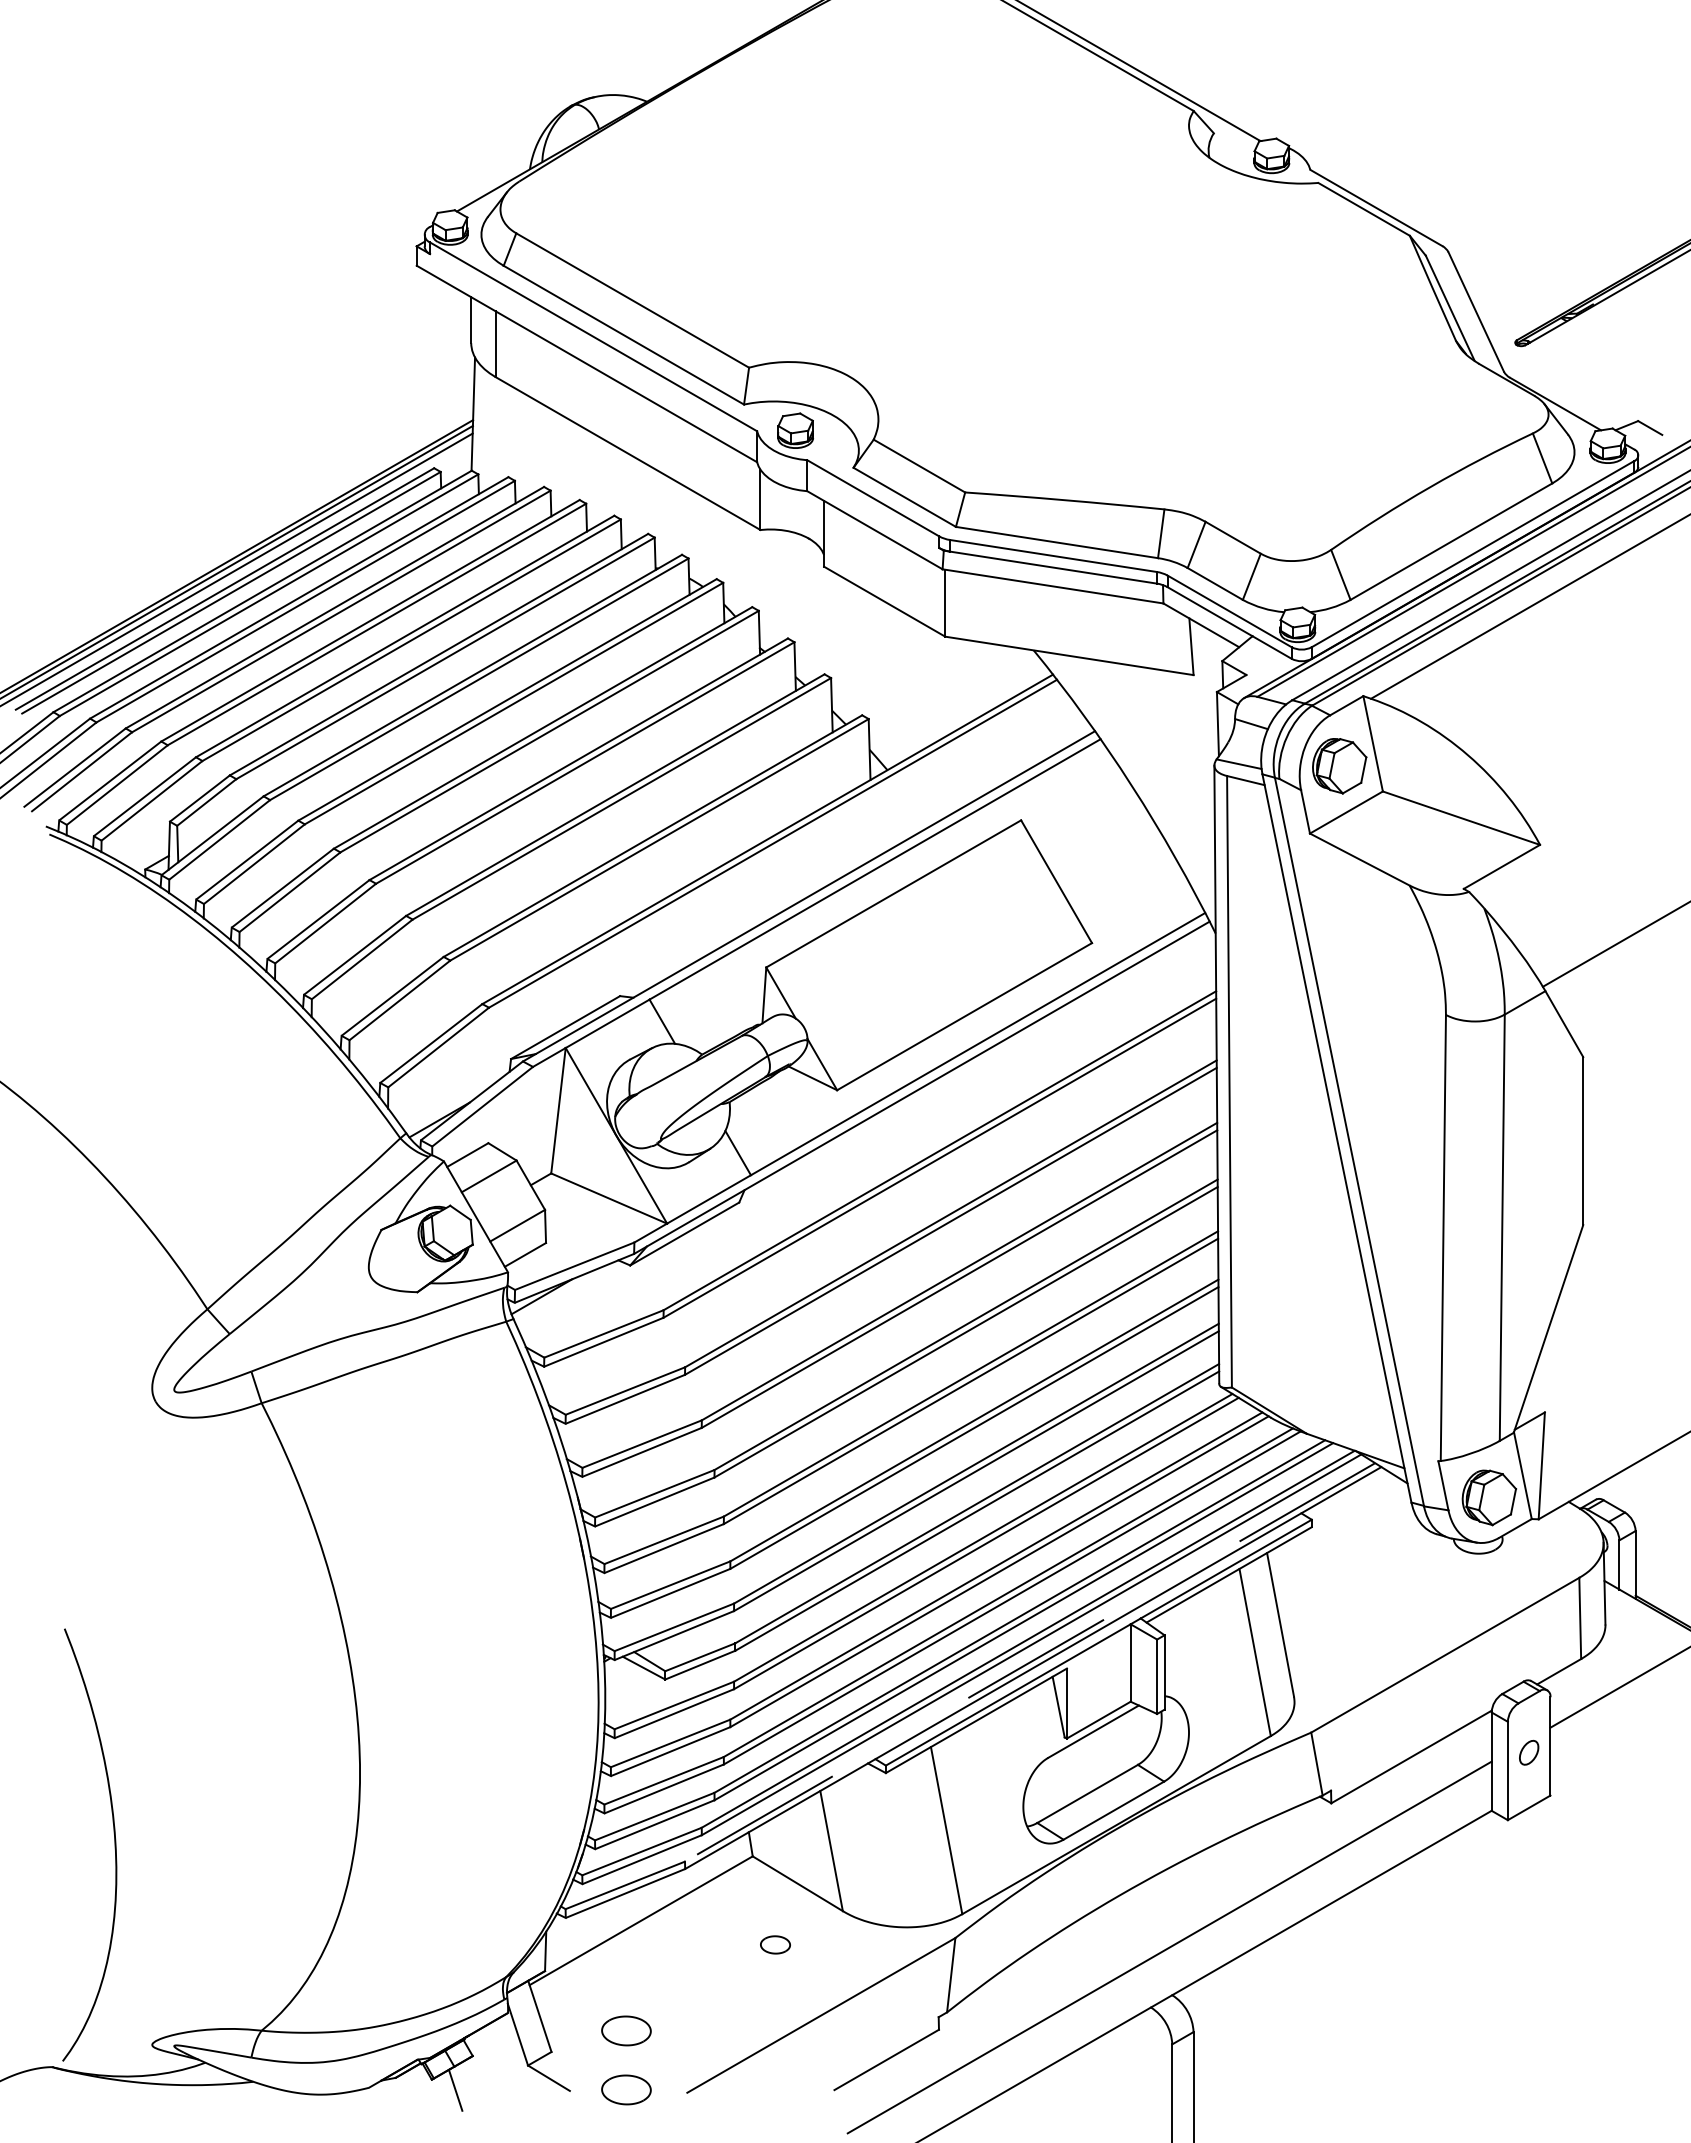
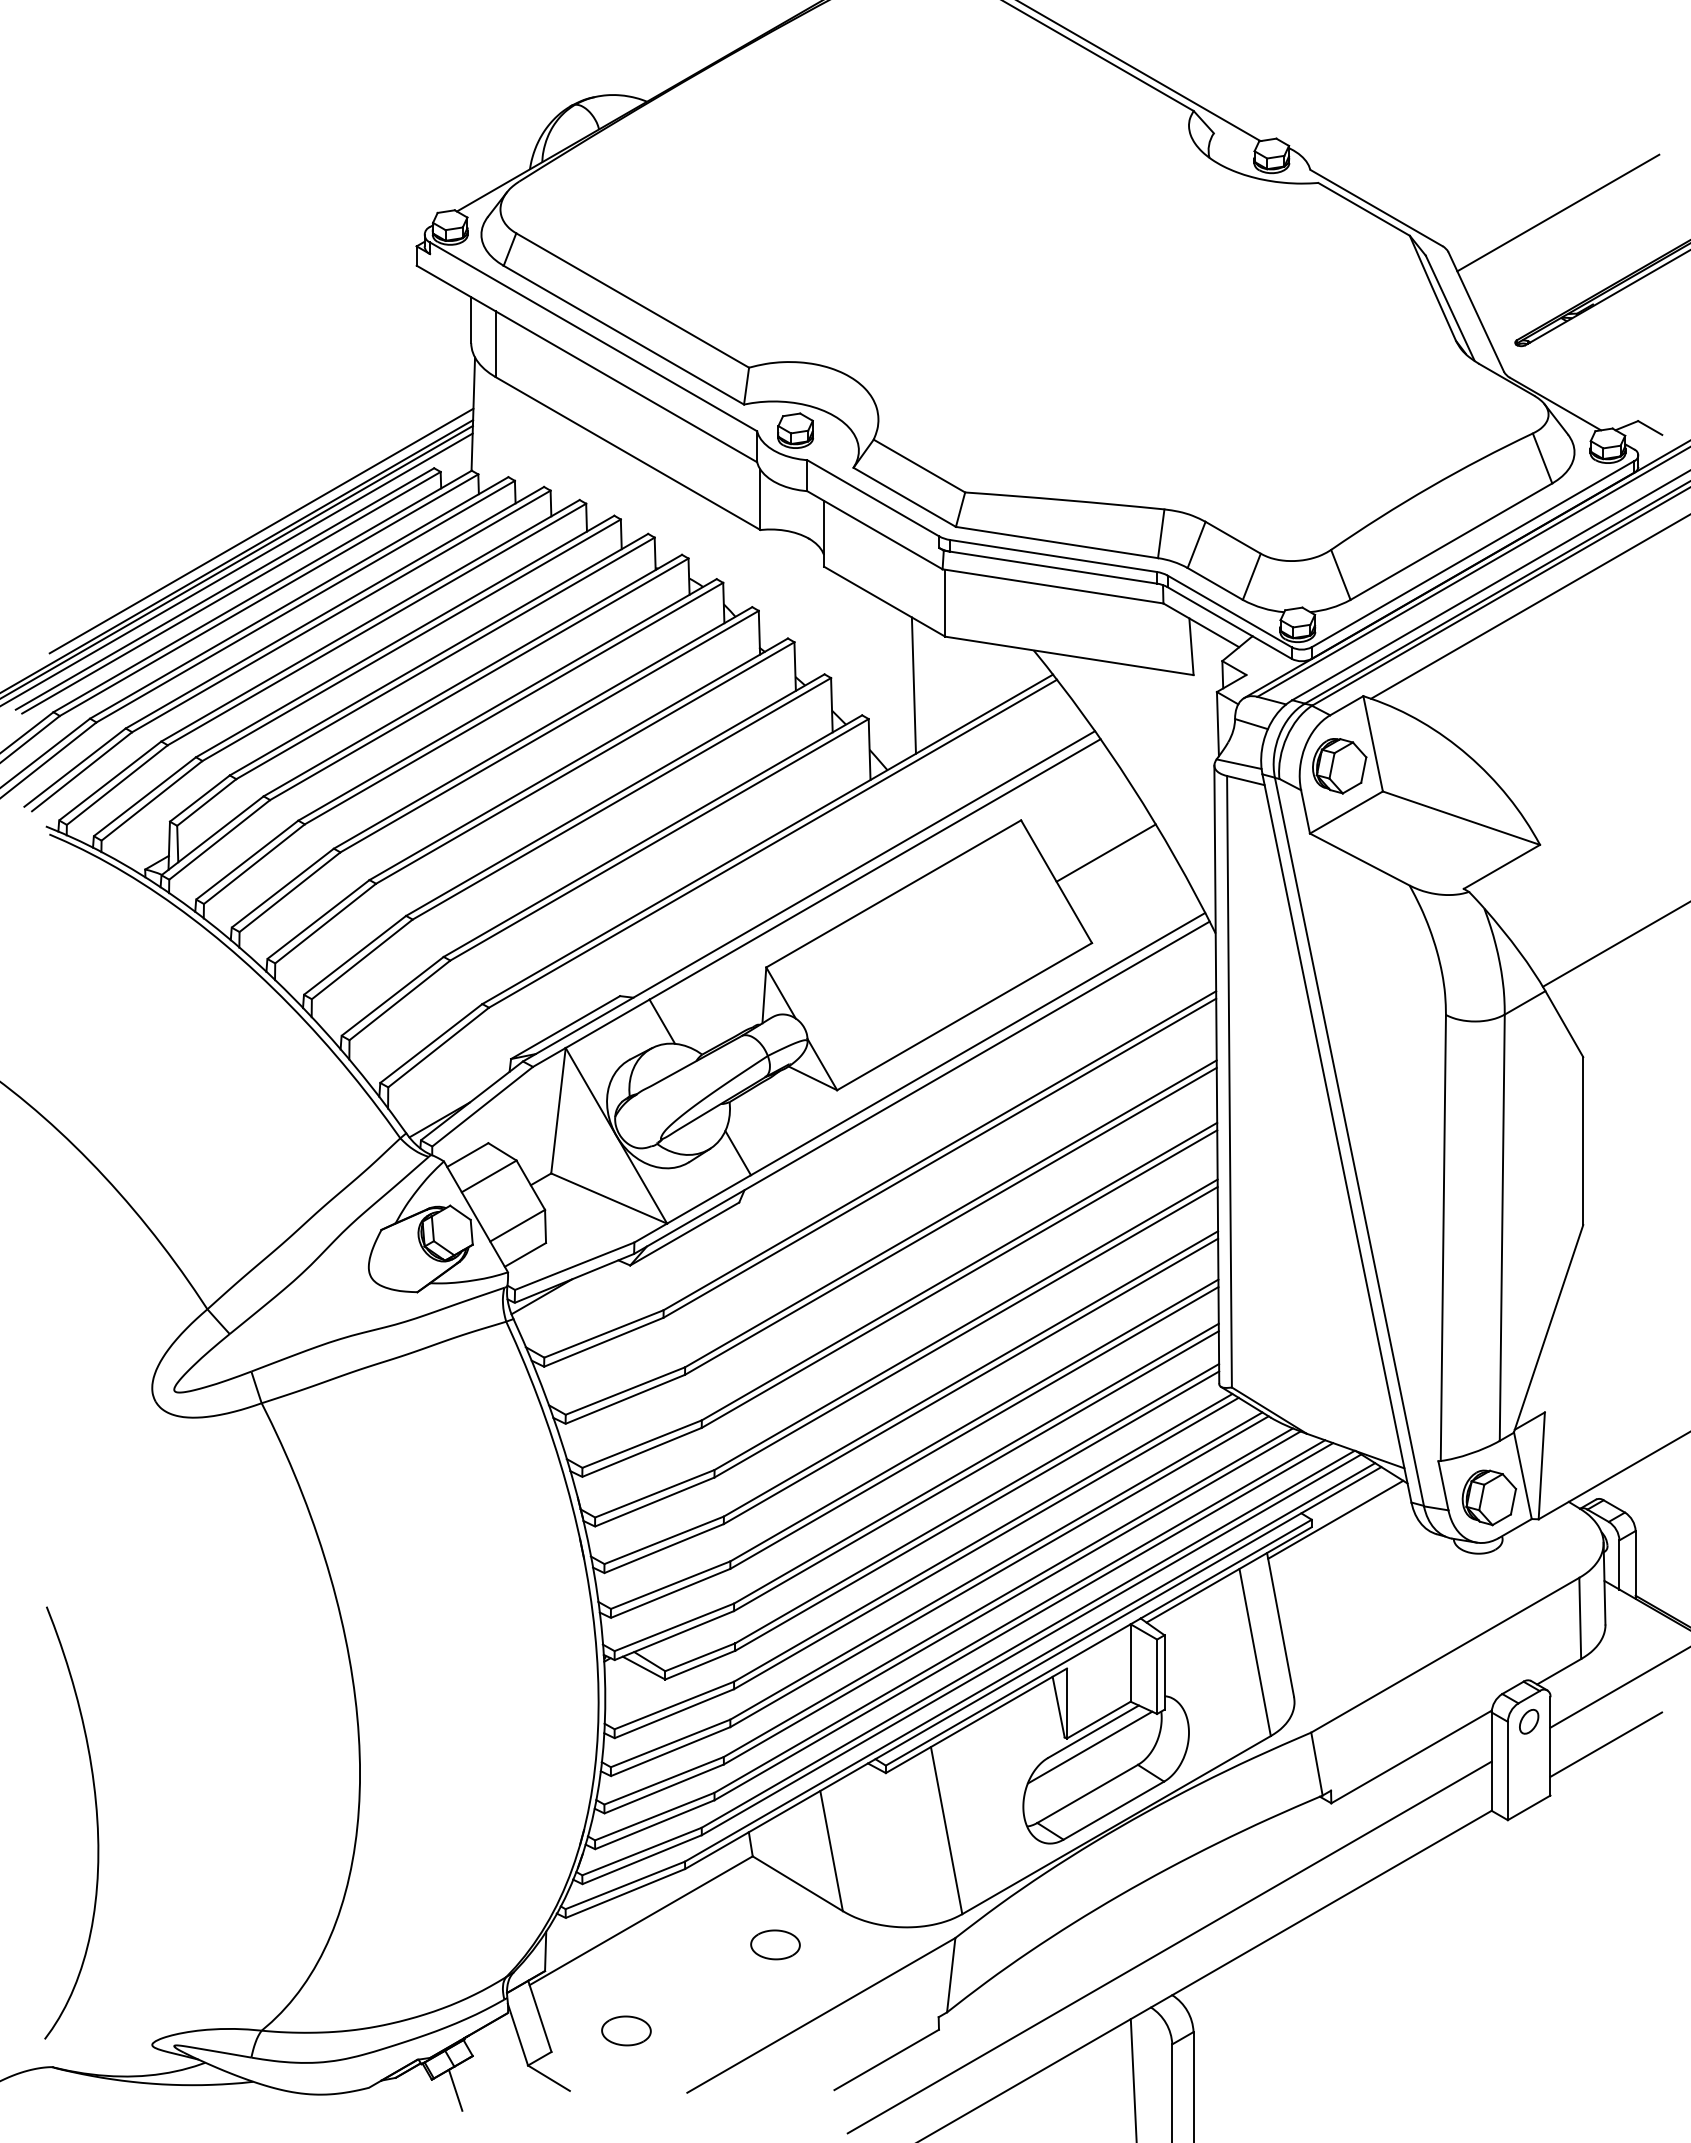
line at (1558, 212): none -> present
line at (261, 530): none -> present
line at (913, 685): none -> present
line at (1105, 852): none -> present
line at (1335, 1519): none -> present
line at (1029, 1662): dashed -> solid
line at (1606, 1744): none -> present
line at (1089, 1747): none -> present
part at (1529, 1752) position: (1529, 1752) -> (1529, 1721)
curve at (114, 1844) position: (114, 1844) -> (96, 1822)
part at (775, 1944) size: 31x20 px -> 51x32 px
line at (1133, 2079): none -> present
part at (626, 2089): present -> none
